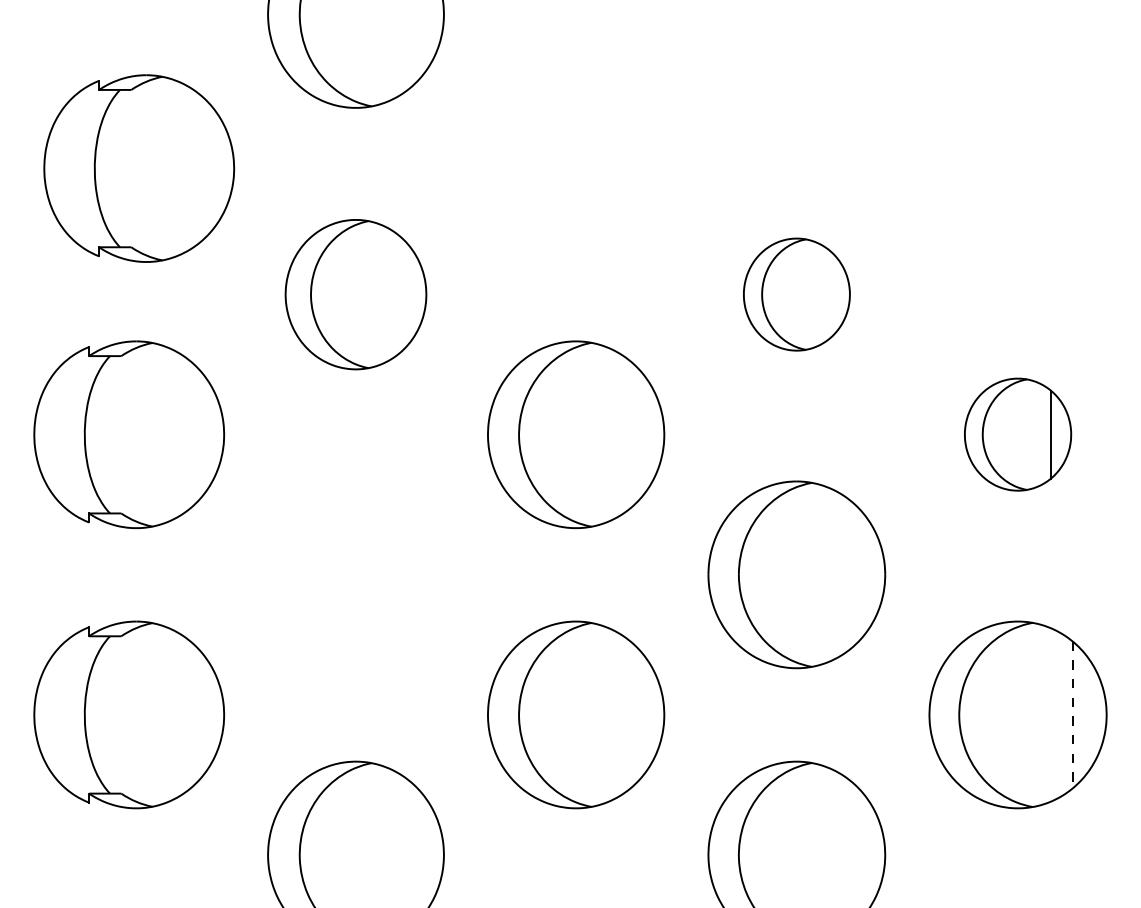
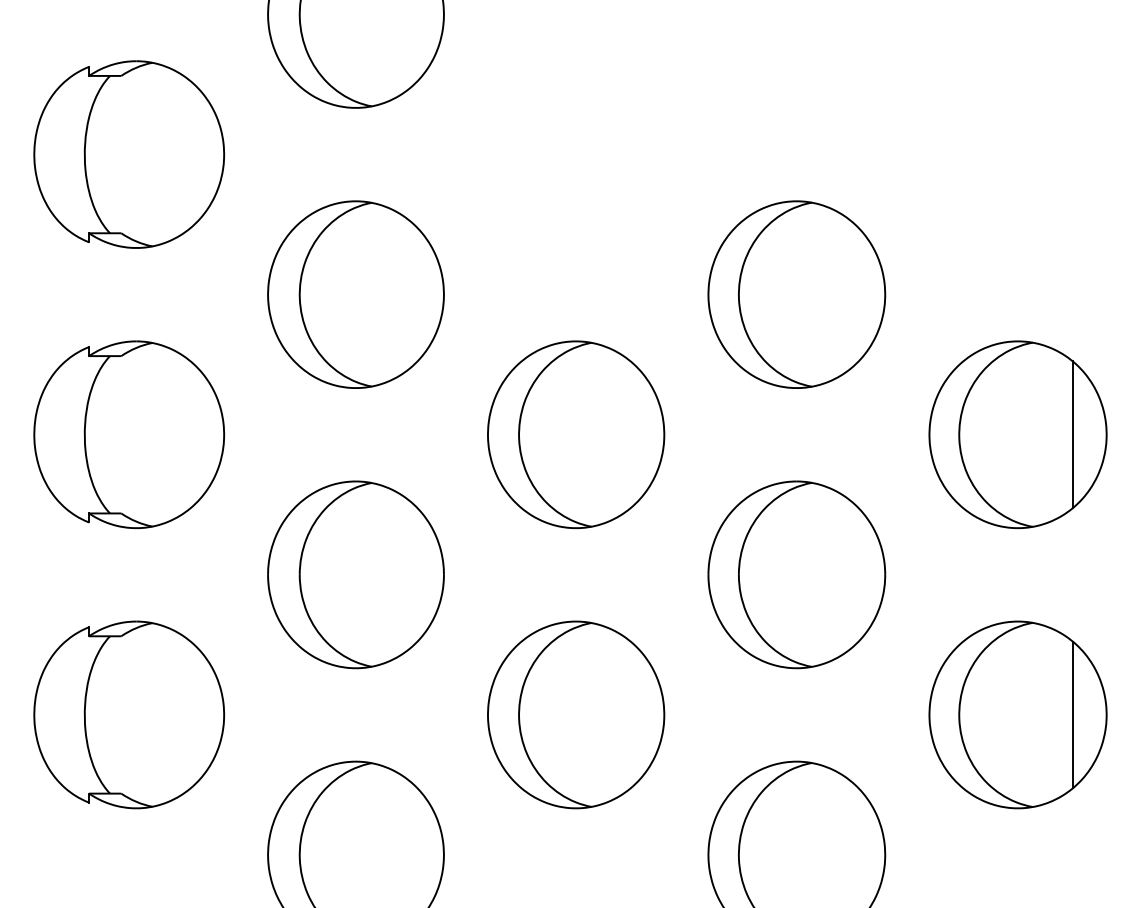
part at (139, 168) position: (139, 168) -> (129, 154)
part at (355, 294) size: 144x152 px -> 178x189 px
part at (796, 294) size: 108x115 px -> 180x189 px
part at (1018, 434) size: 109x115 px -> 180x189 px
part at (355, 574): none -> present
line at (1072, 715): dashed -> solid
